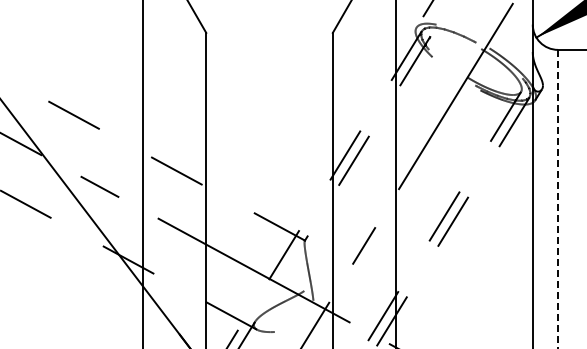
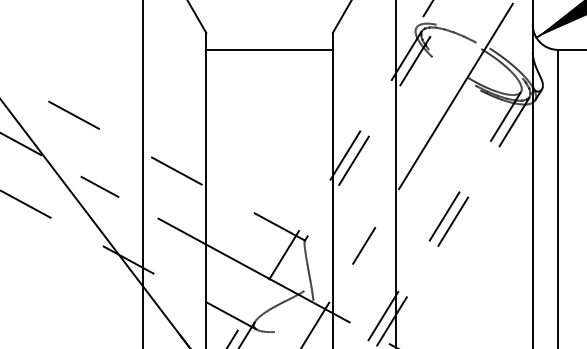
line at (269, 49): none -> present
line at (558, 199): dashed -> solid
